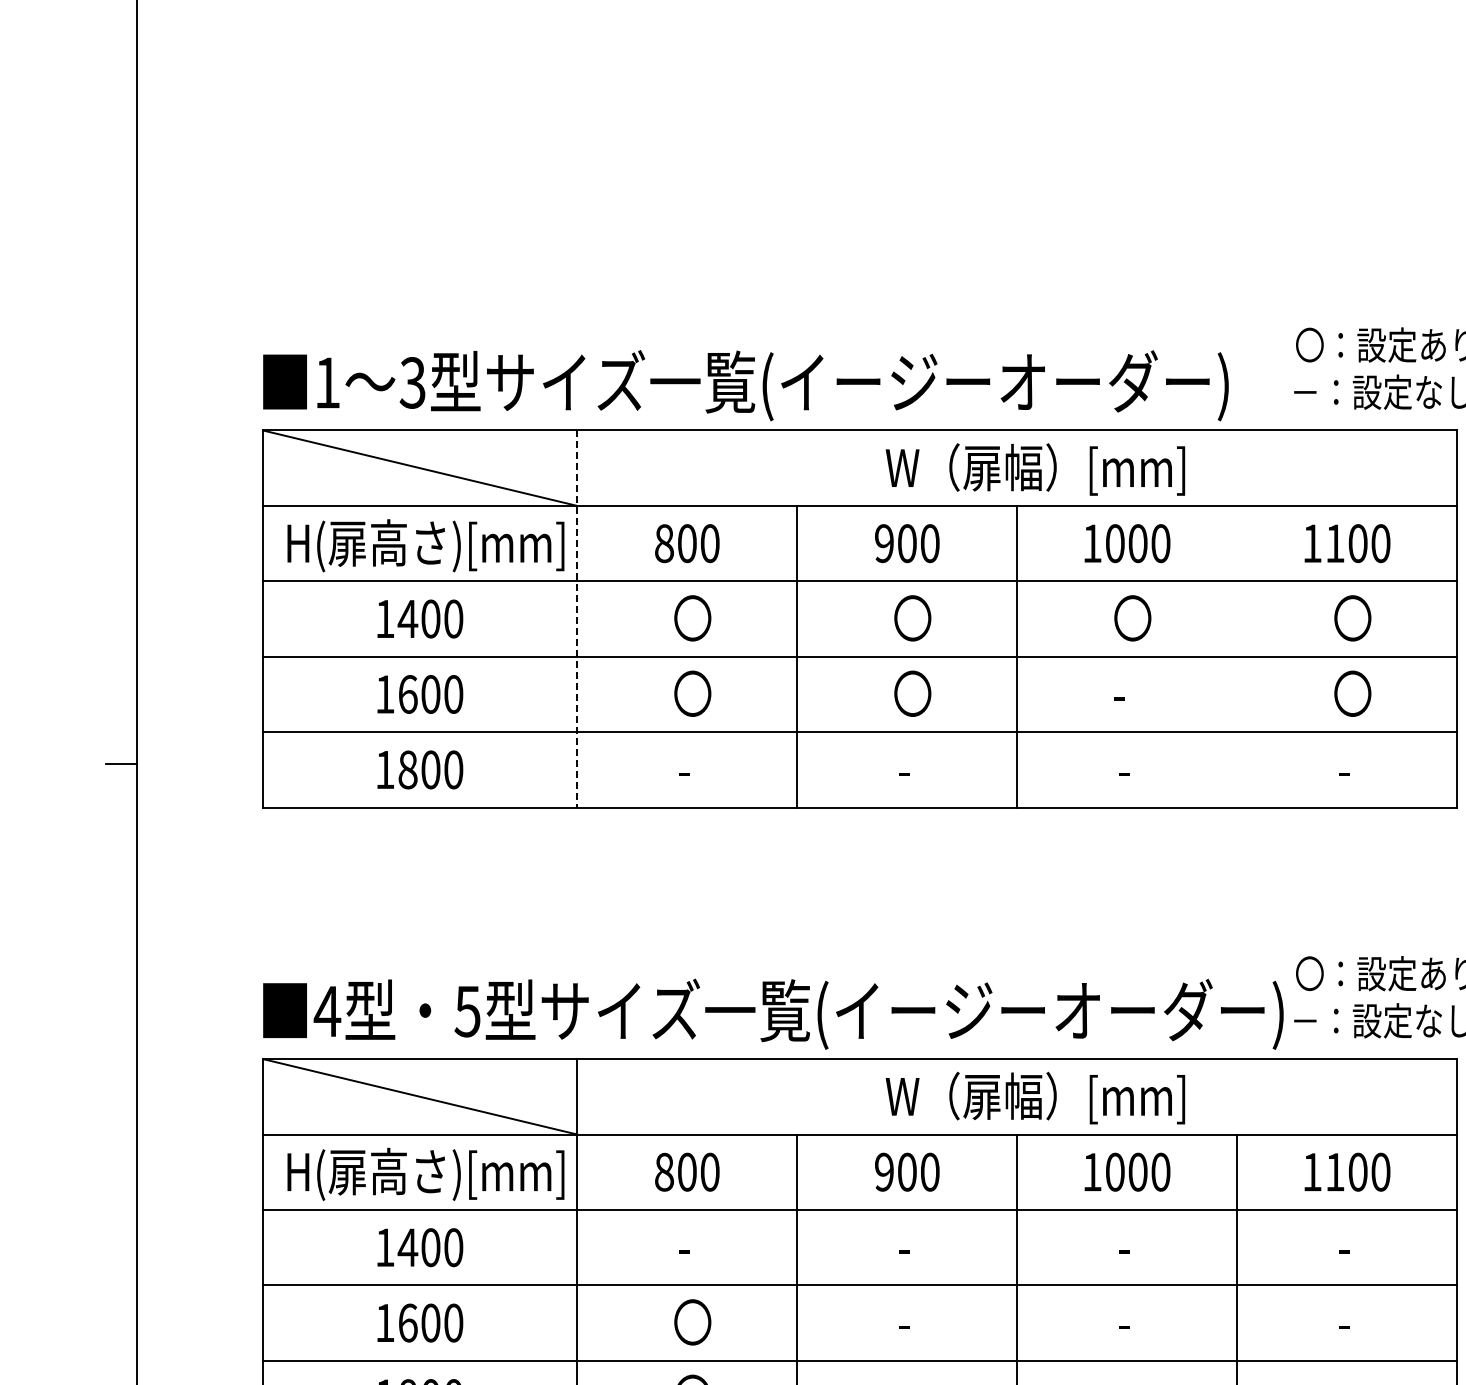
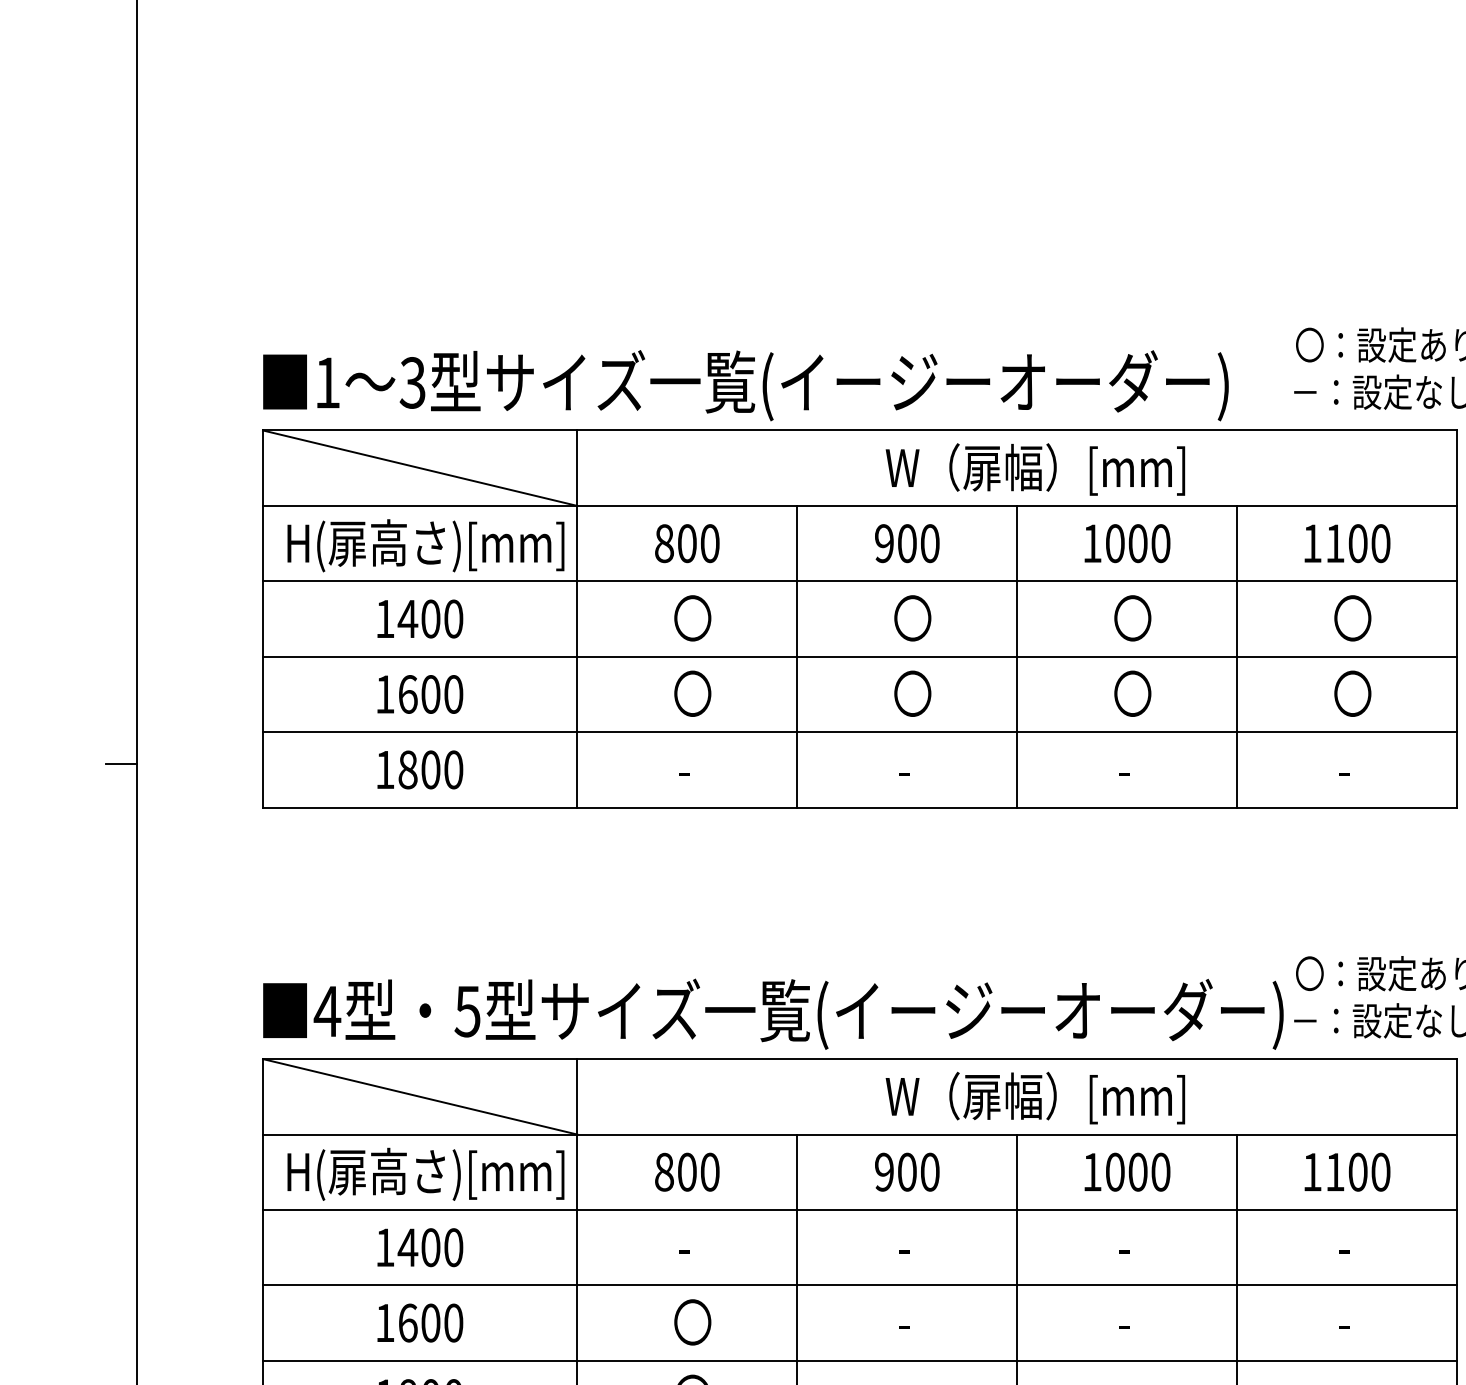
line at (577, 619): dashed -> solid
line at (1237, 656): none -> present
text at (1132, 693): - -> 〇
